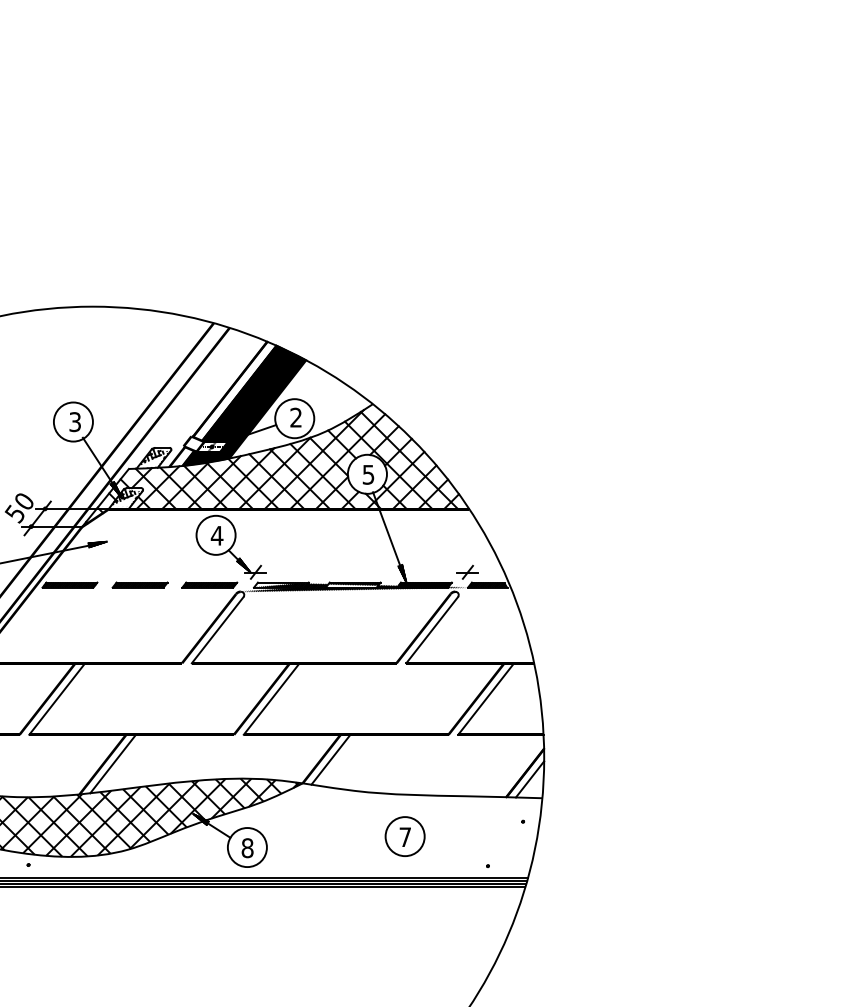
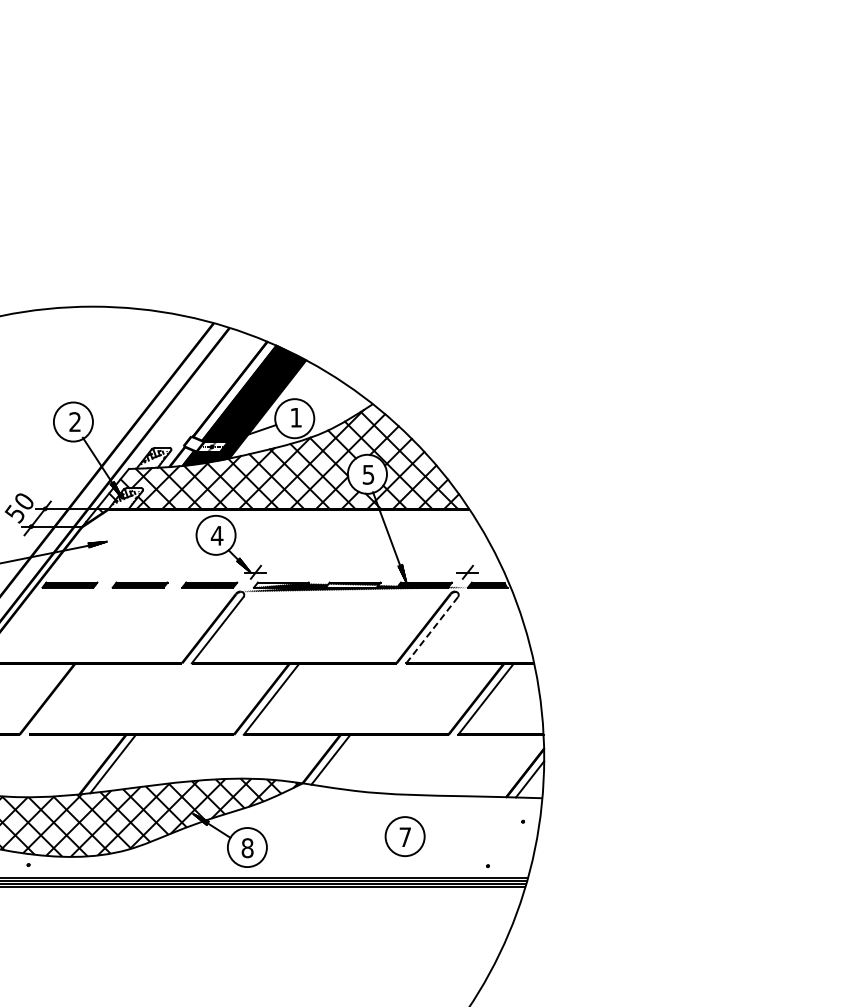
text at (295, 417): 2 -> 1
text at (74, 422): 3 -> 2
line at (432, 629): solid -> dashed
line at (57, 698): present -> none
